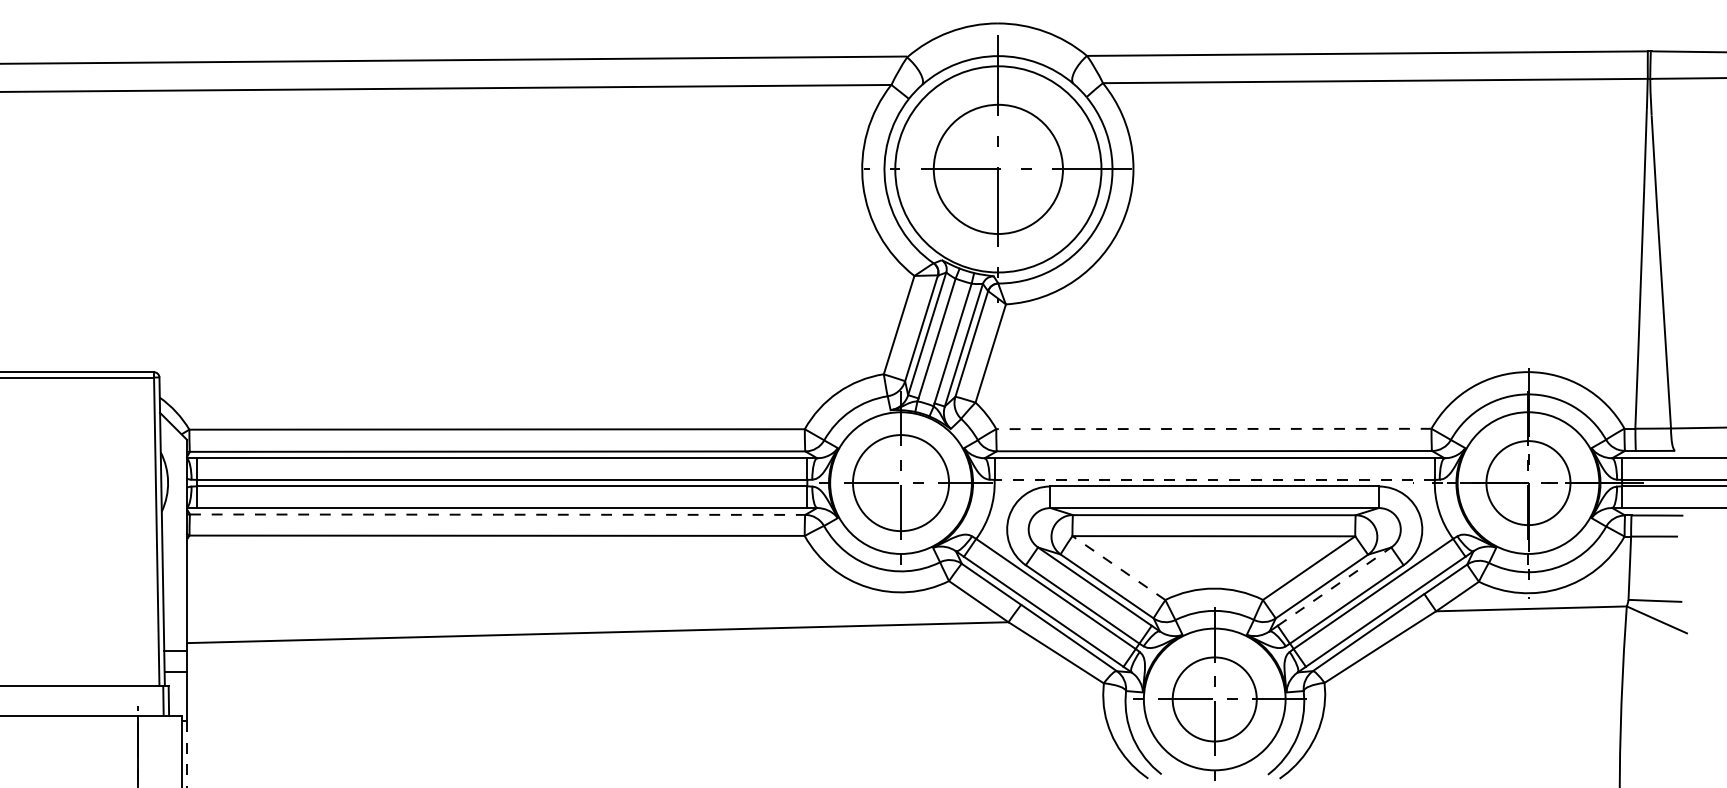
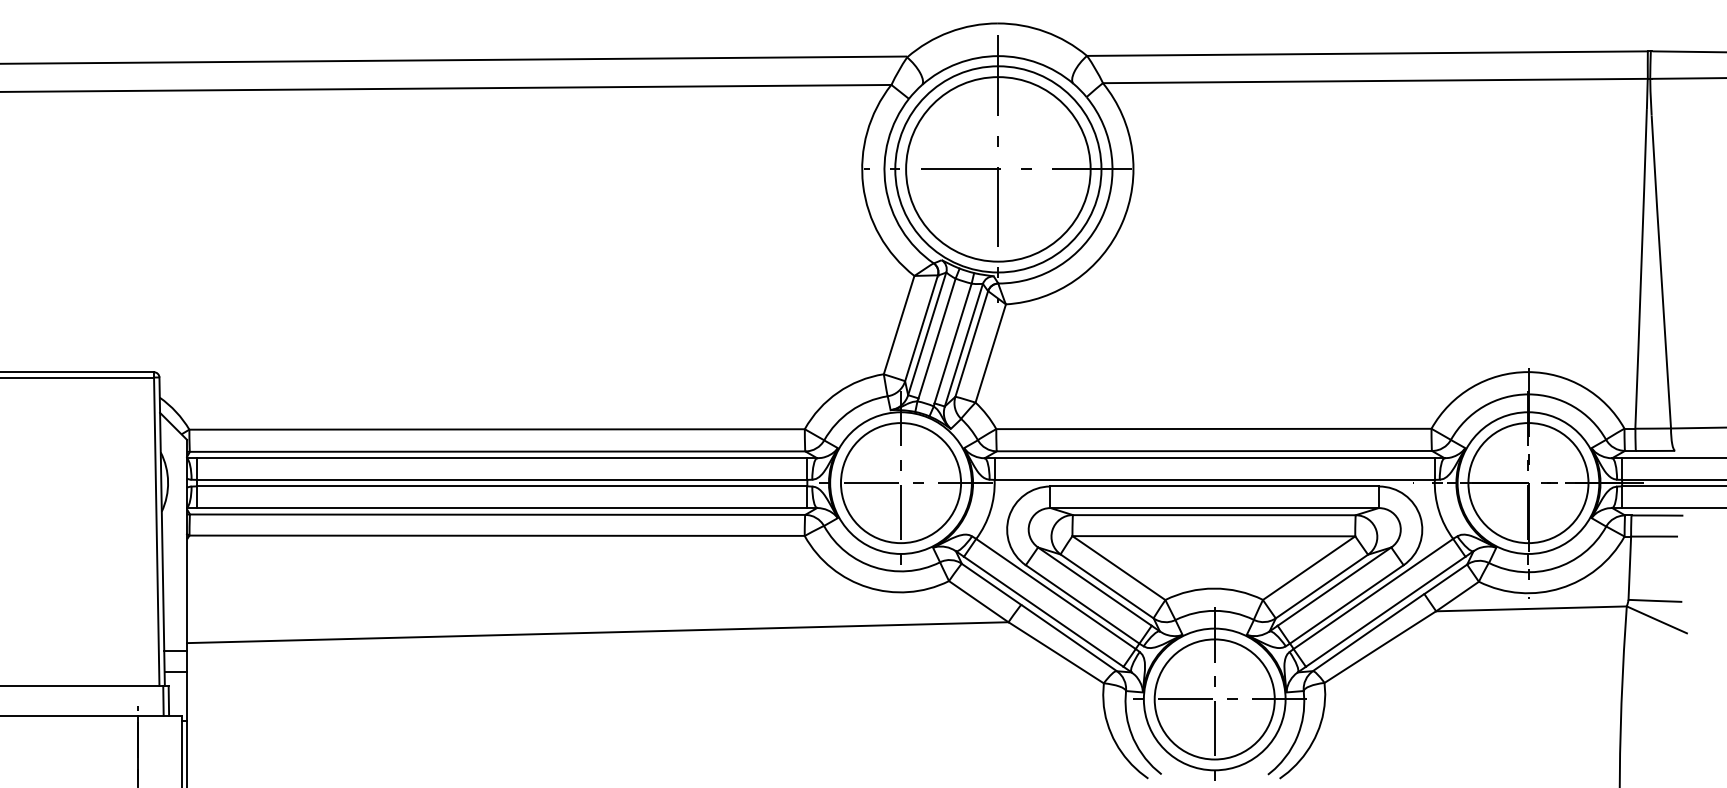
circle at (997, 168) diameter: 129 px -> 185 px
line at (1213, 428): dashed -> solid
line at (1214, 479): dashed -> solid
circle at (900, 483) diameter: 96 px -> 120 px
circle at (1528, 483) diameter: 84 px -> 120 px
line at (497, 514): dashed -> solid
line at (1118, 567): dashed -> solid
line at (1334, 586): dashed -> solid
circle at (1214, 699) diameter: 84 px -> 120 px
line at (187, 754): dashed -> solid
